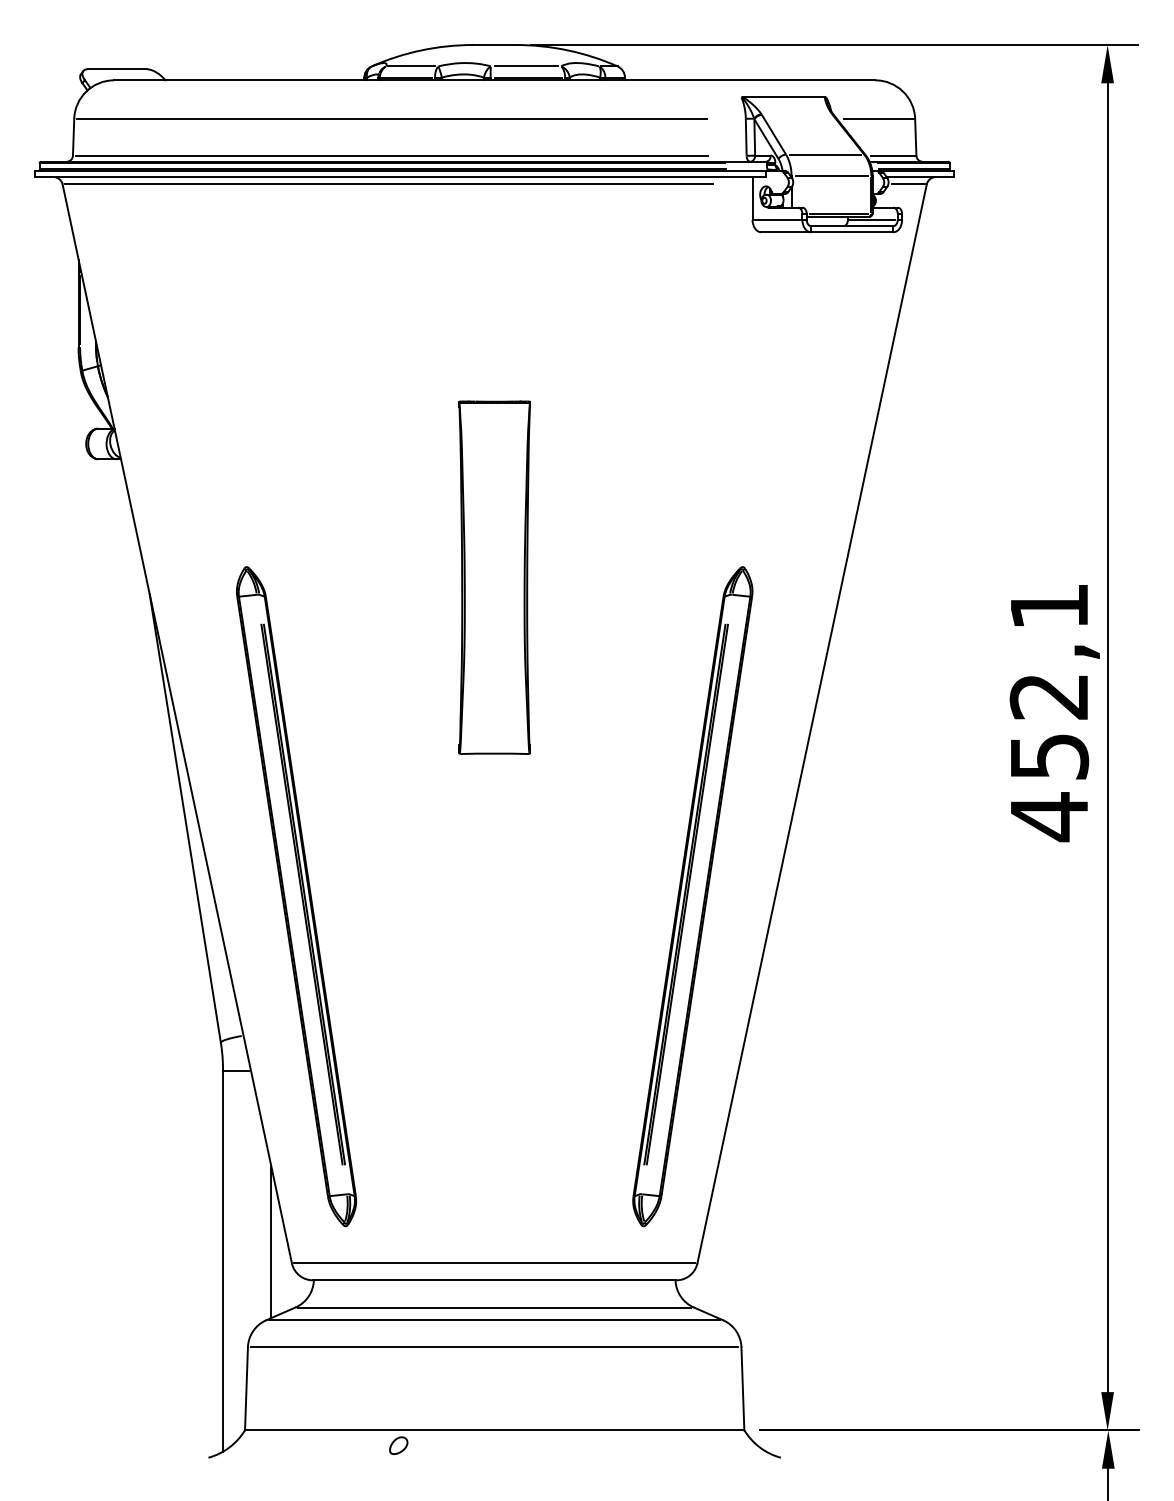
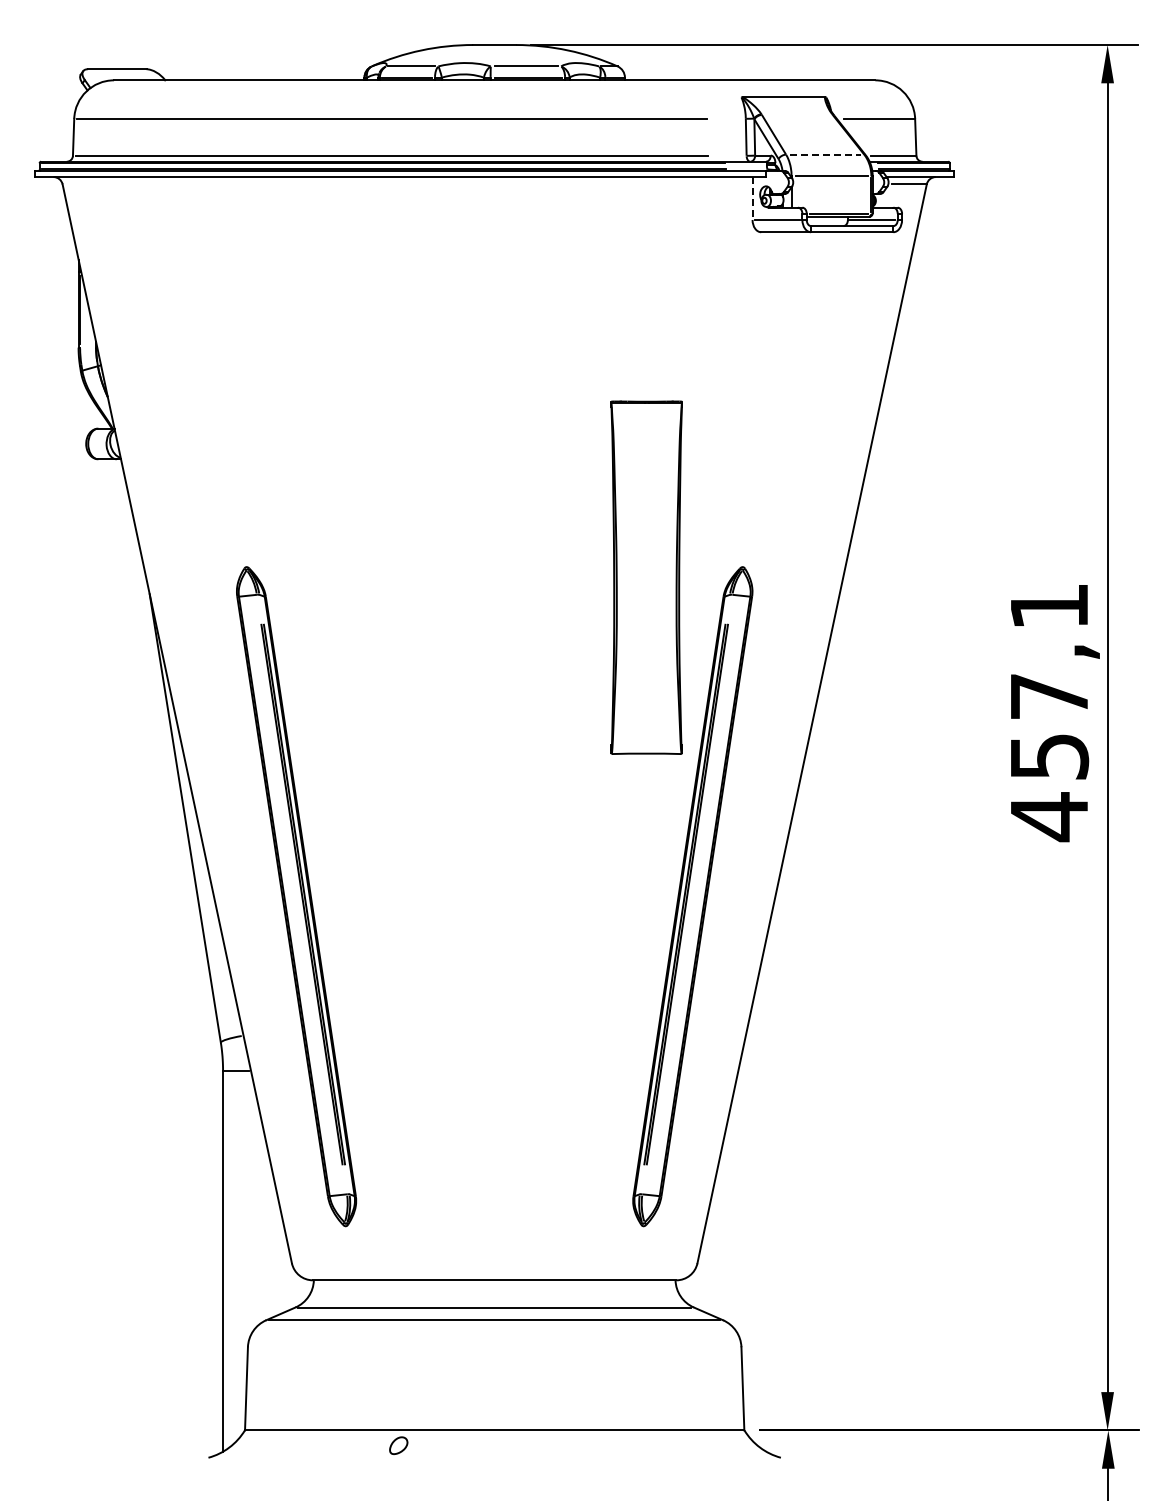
line at (826, 154): solid -> dashed
line at (388, 184): present -> none
line at (752, 199): solid -> dashed
part at (494, 577) position: (494, 577) -> (646, 577)
text at (1048, 696): 452,1 -> 457,1
line at (271, 1242): present -> none
line at (494, 1263): present -> none
line at (494, 1347): present -> none
